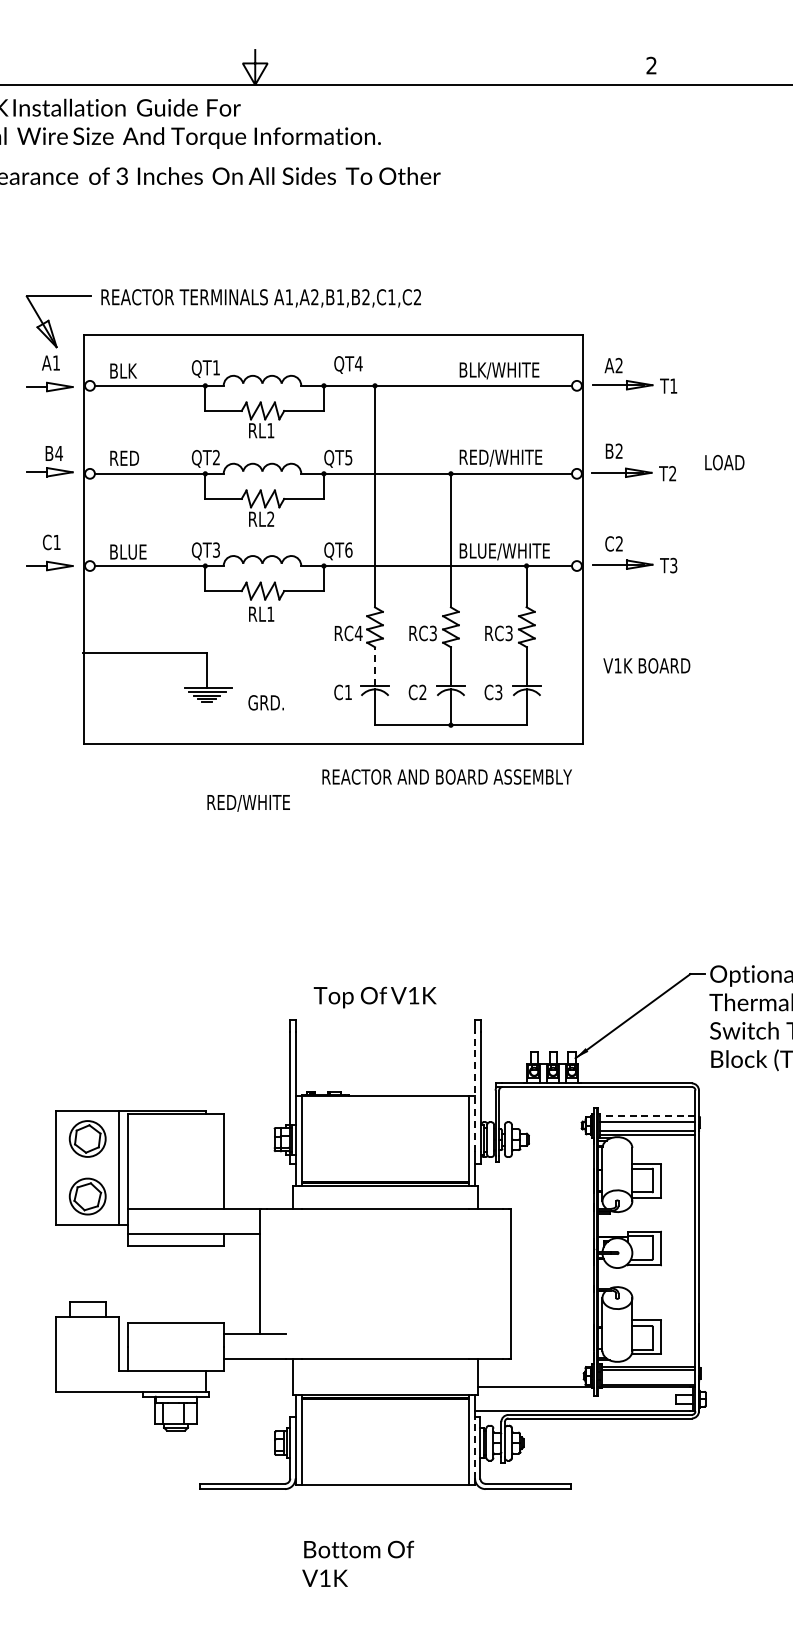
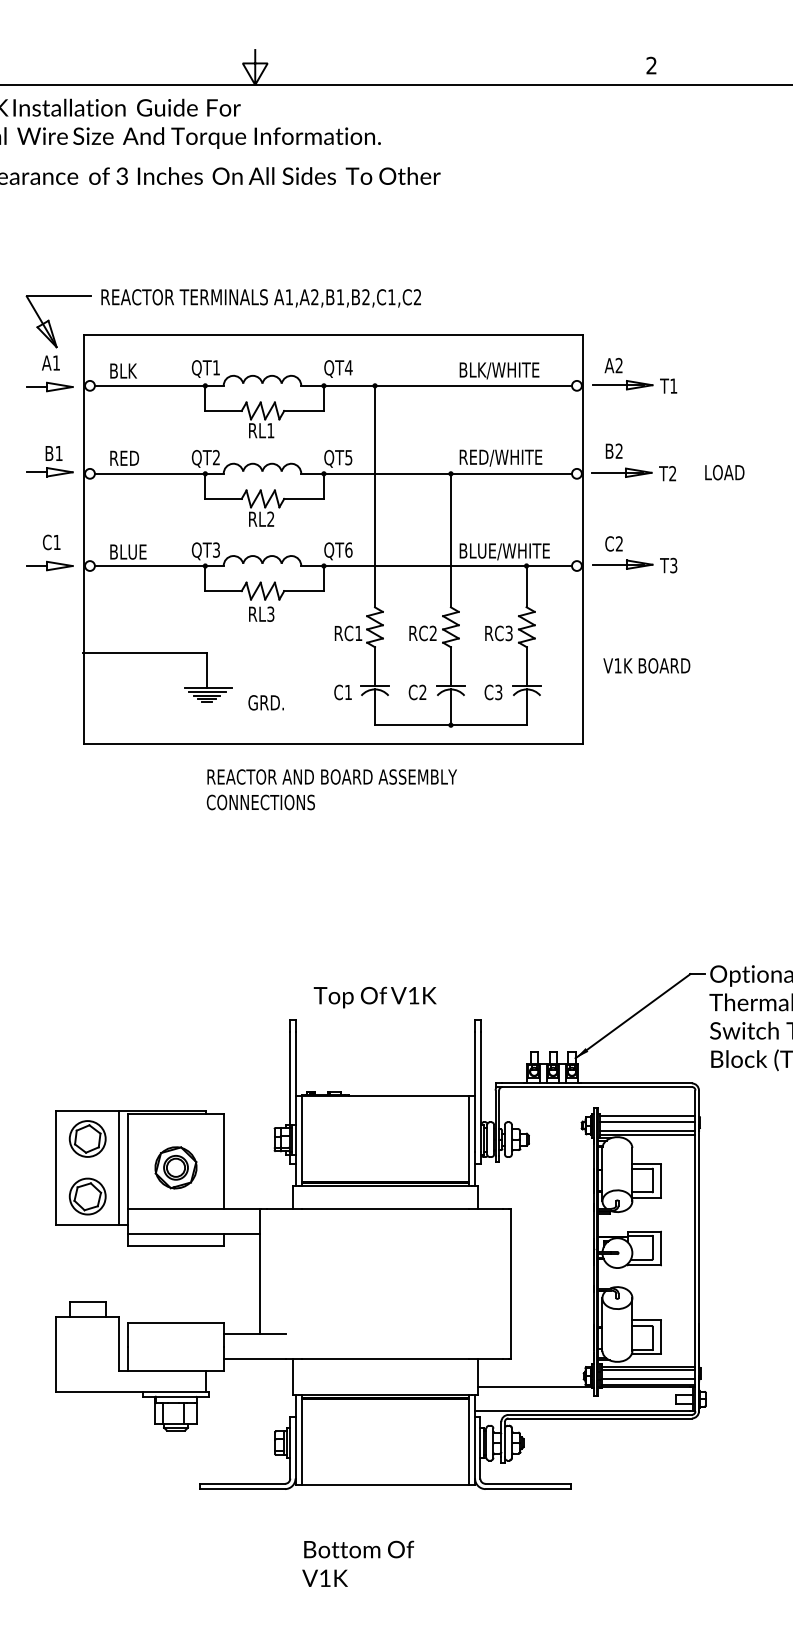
text at (348, 364) position: (348, 364) -> (338, 368)
text at (58, 453): B4 -> B1
text at (724, 462) position: (724, 462) -> (724, 472)
text at (270, 613): RL1 -> RL3
text at (358, 633): RC4 -> RC1
text at (432, 633): RC3 -> RC2
line at (375, 665): dashed -> solid
text at (446, 776) position: (446, 776) -> (331, 776)
text at (260, 802): RED/WHITE -> CONNECTIONS
line at (475, 1091): dashed -> solid
line at (647, 1116): dashed -> solid
part at (175, 1167): none -> present
line at (648, 1378): none -> present
line at (475, 1447): dashed -> solid
